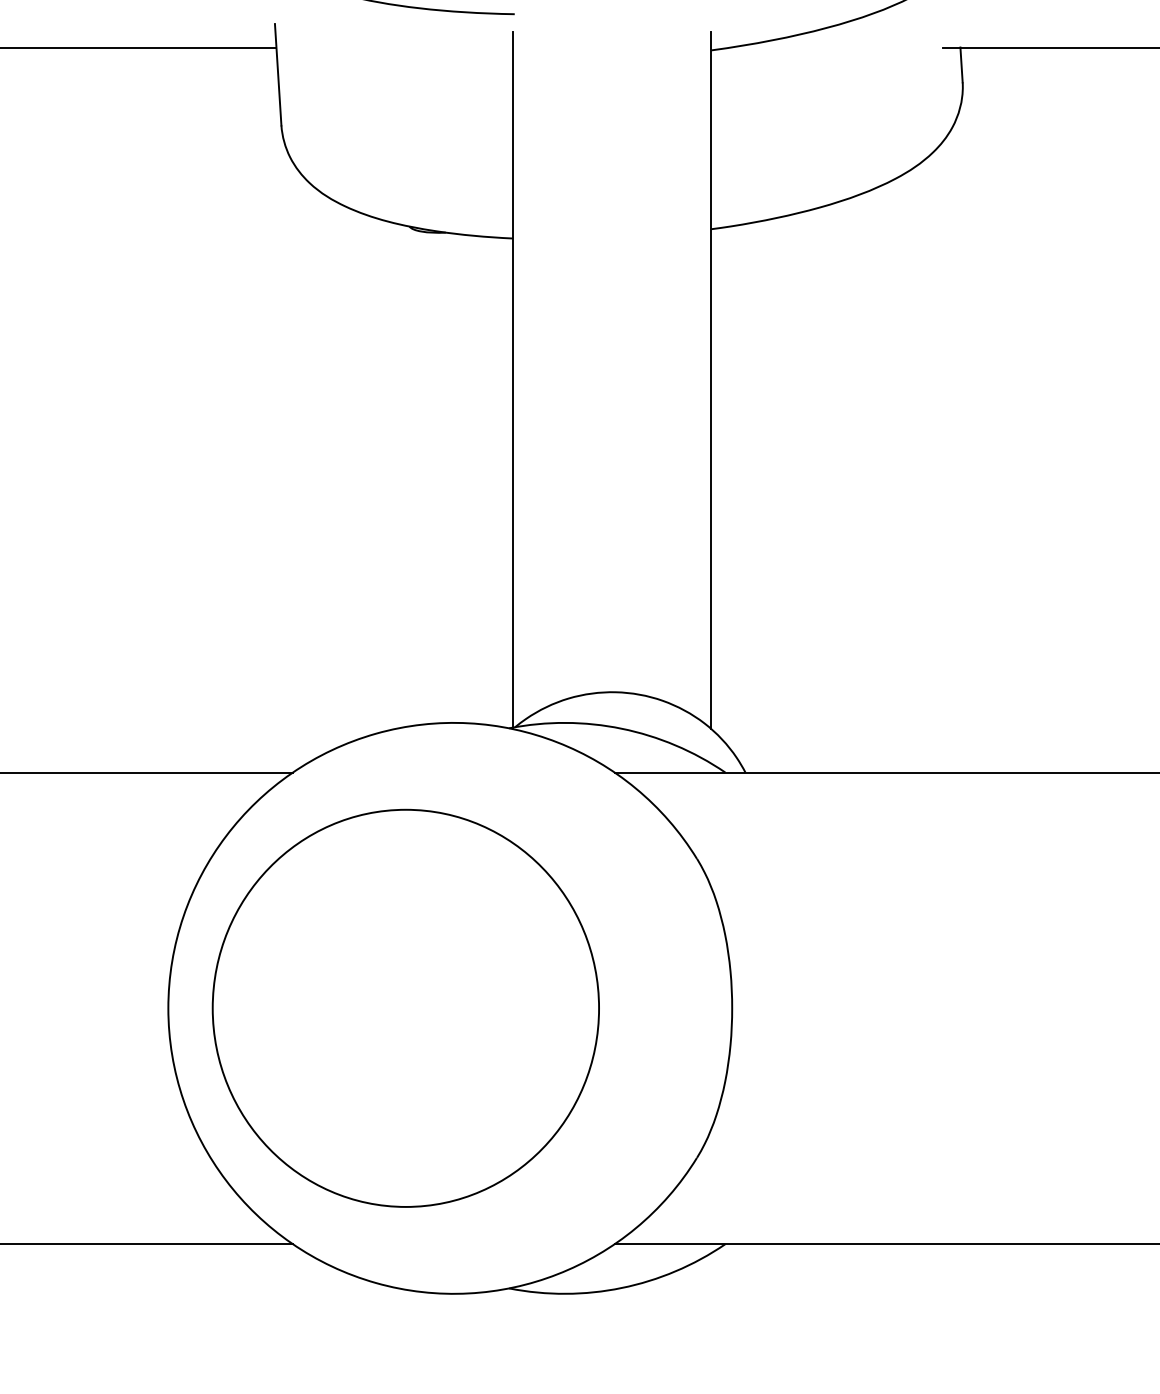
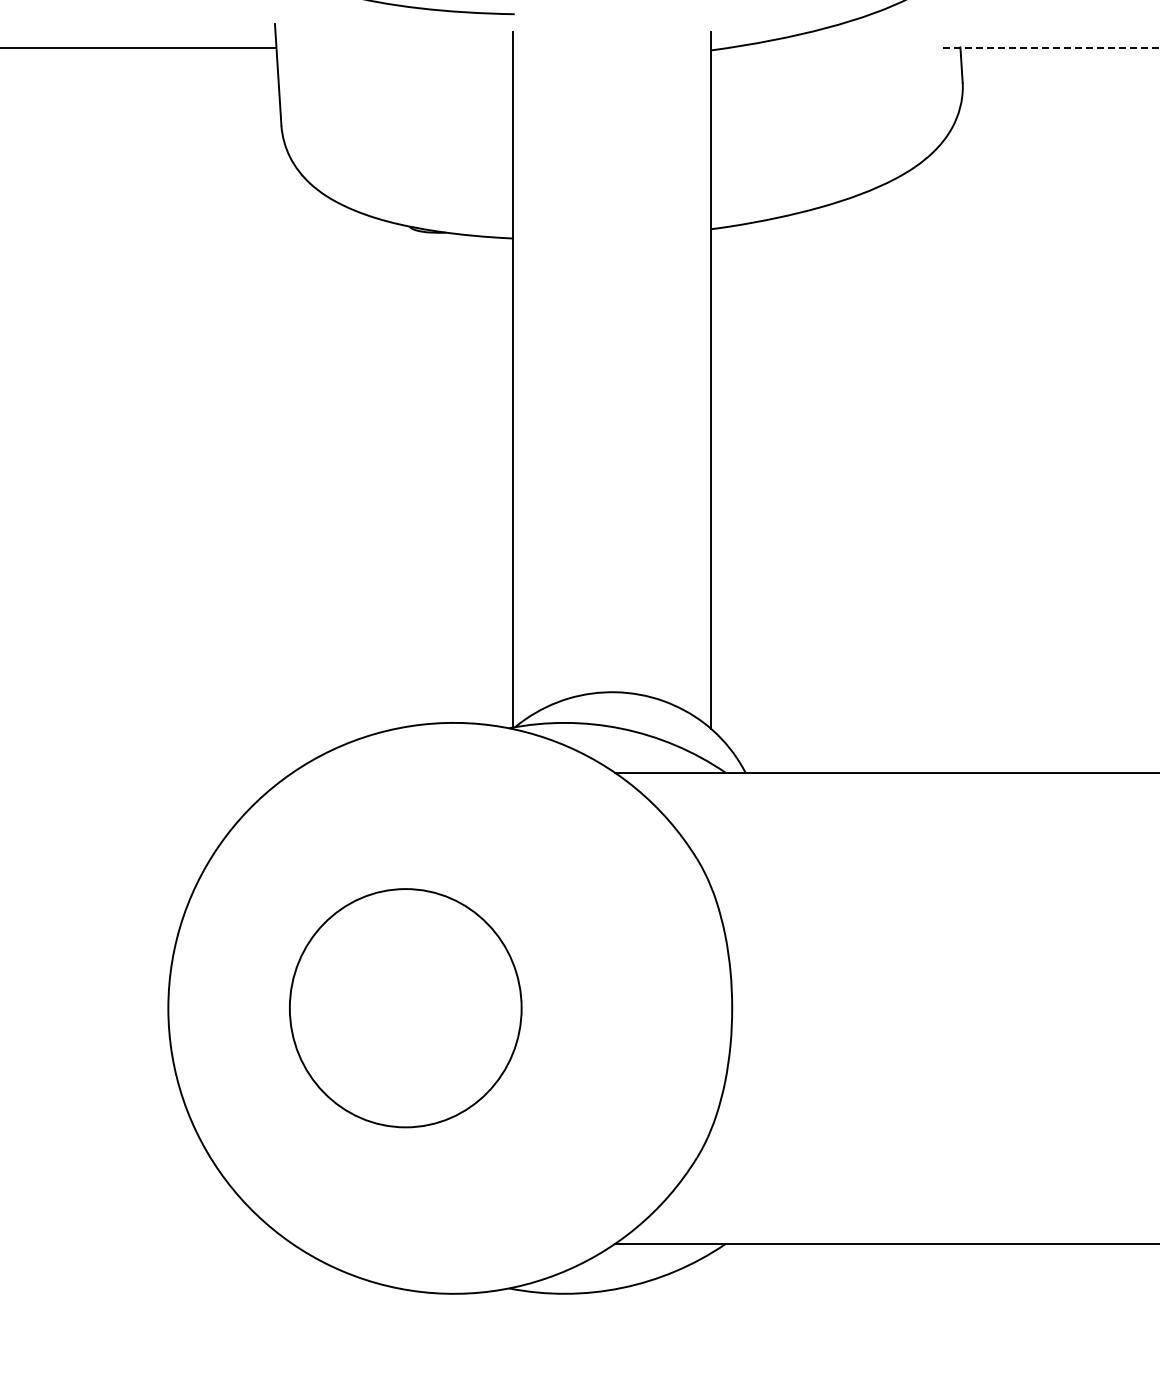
line at (1051, 47): solid -> dashed
line at (147, 772): present -> none
part at (405, 1007) size: 389x400 px -> 234x241 px
line at (147, 1244): present -> none
